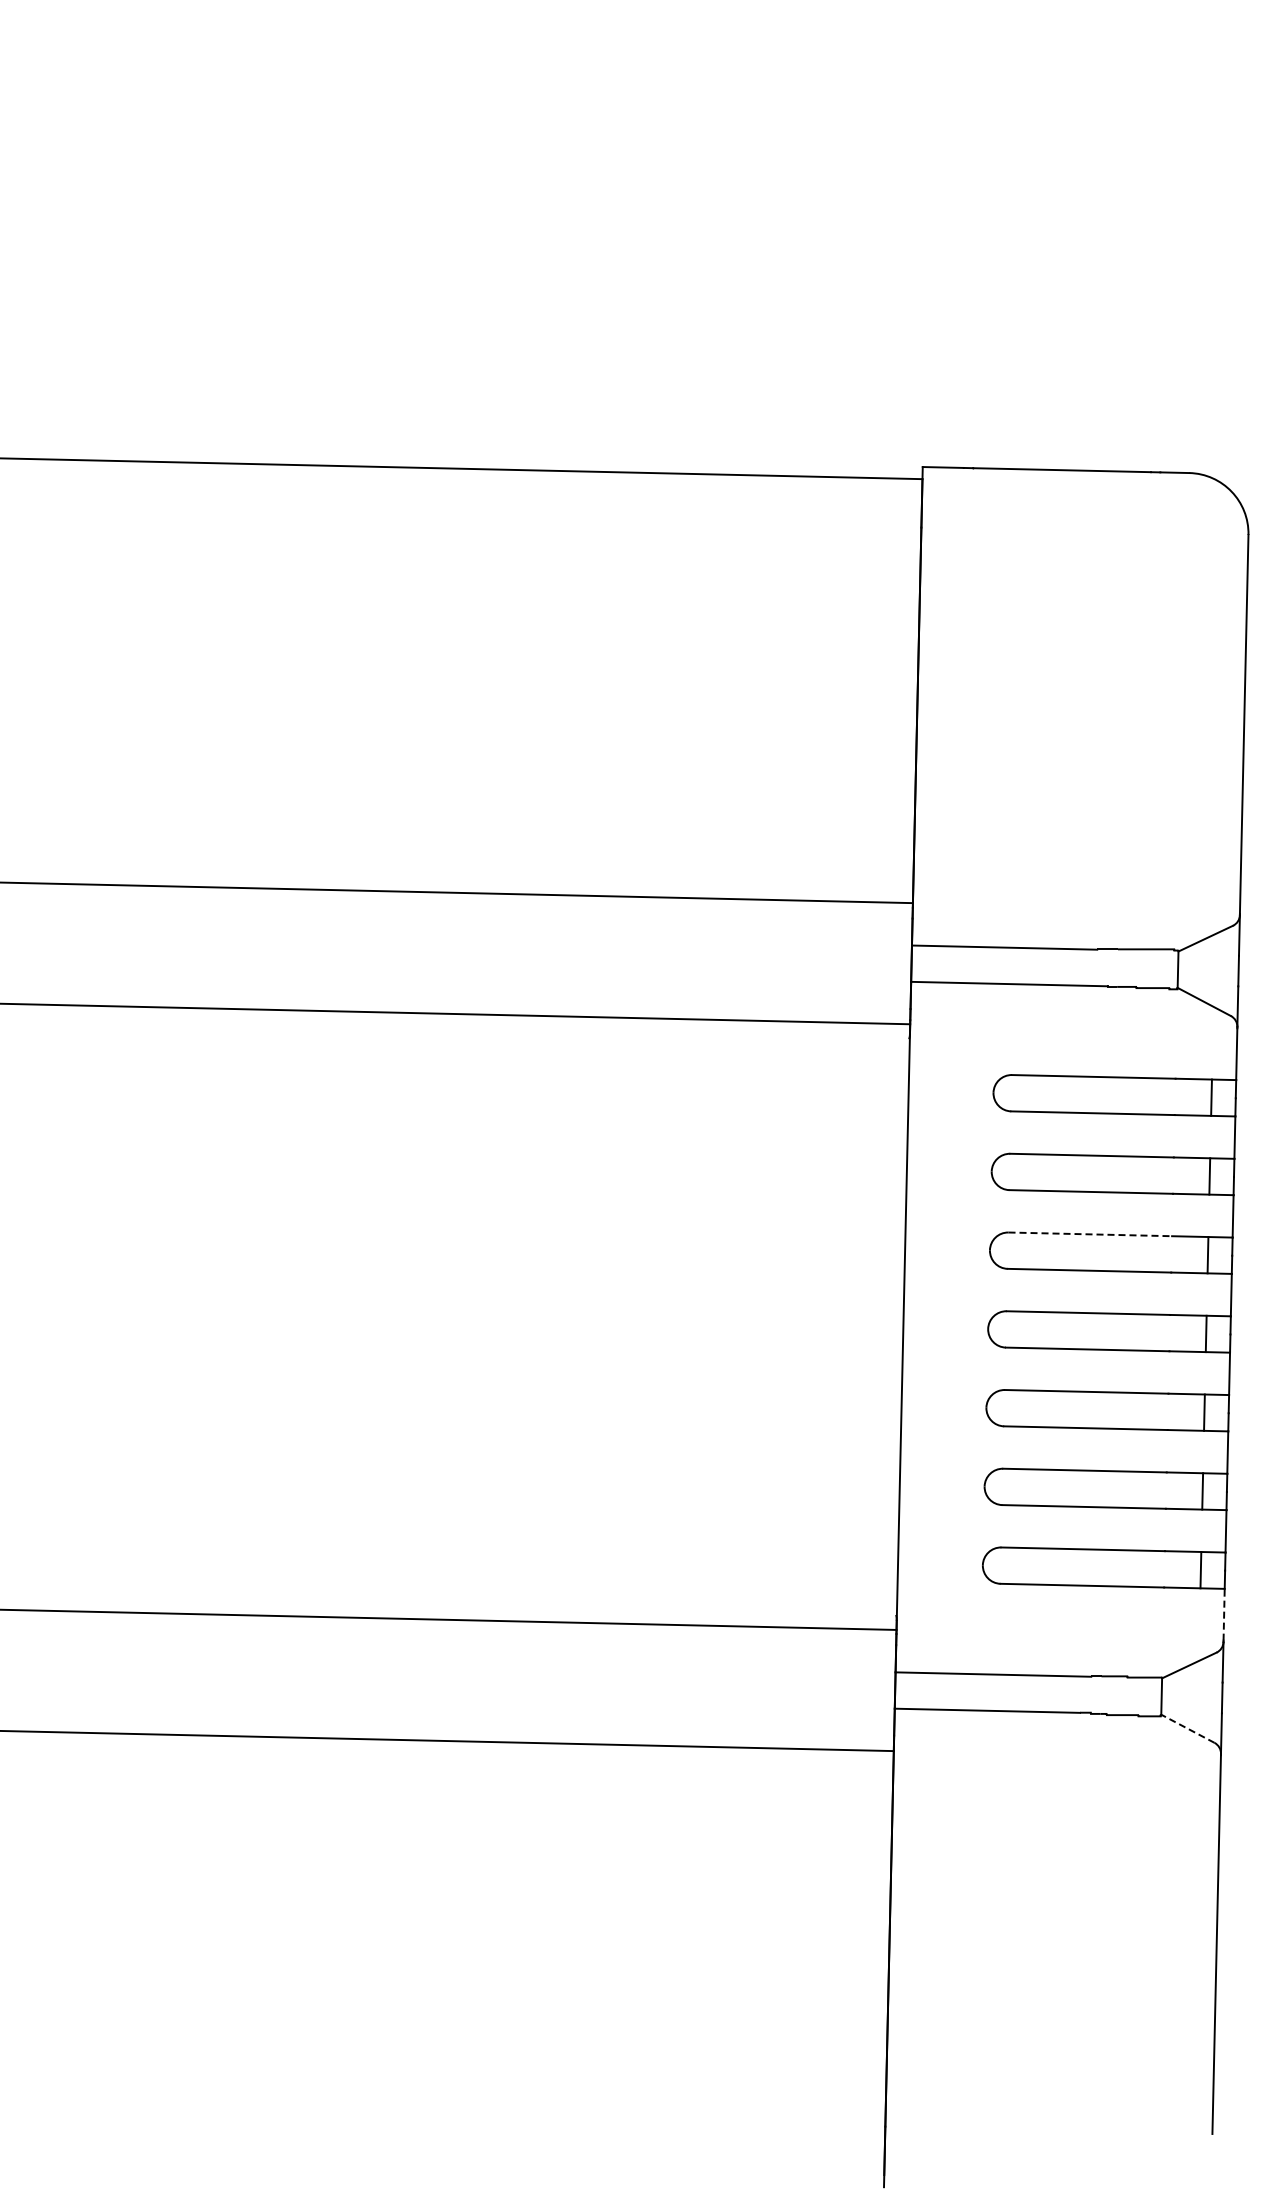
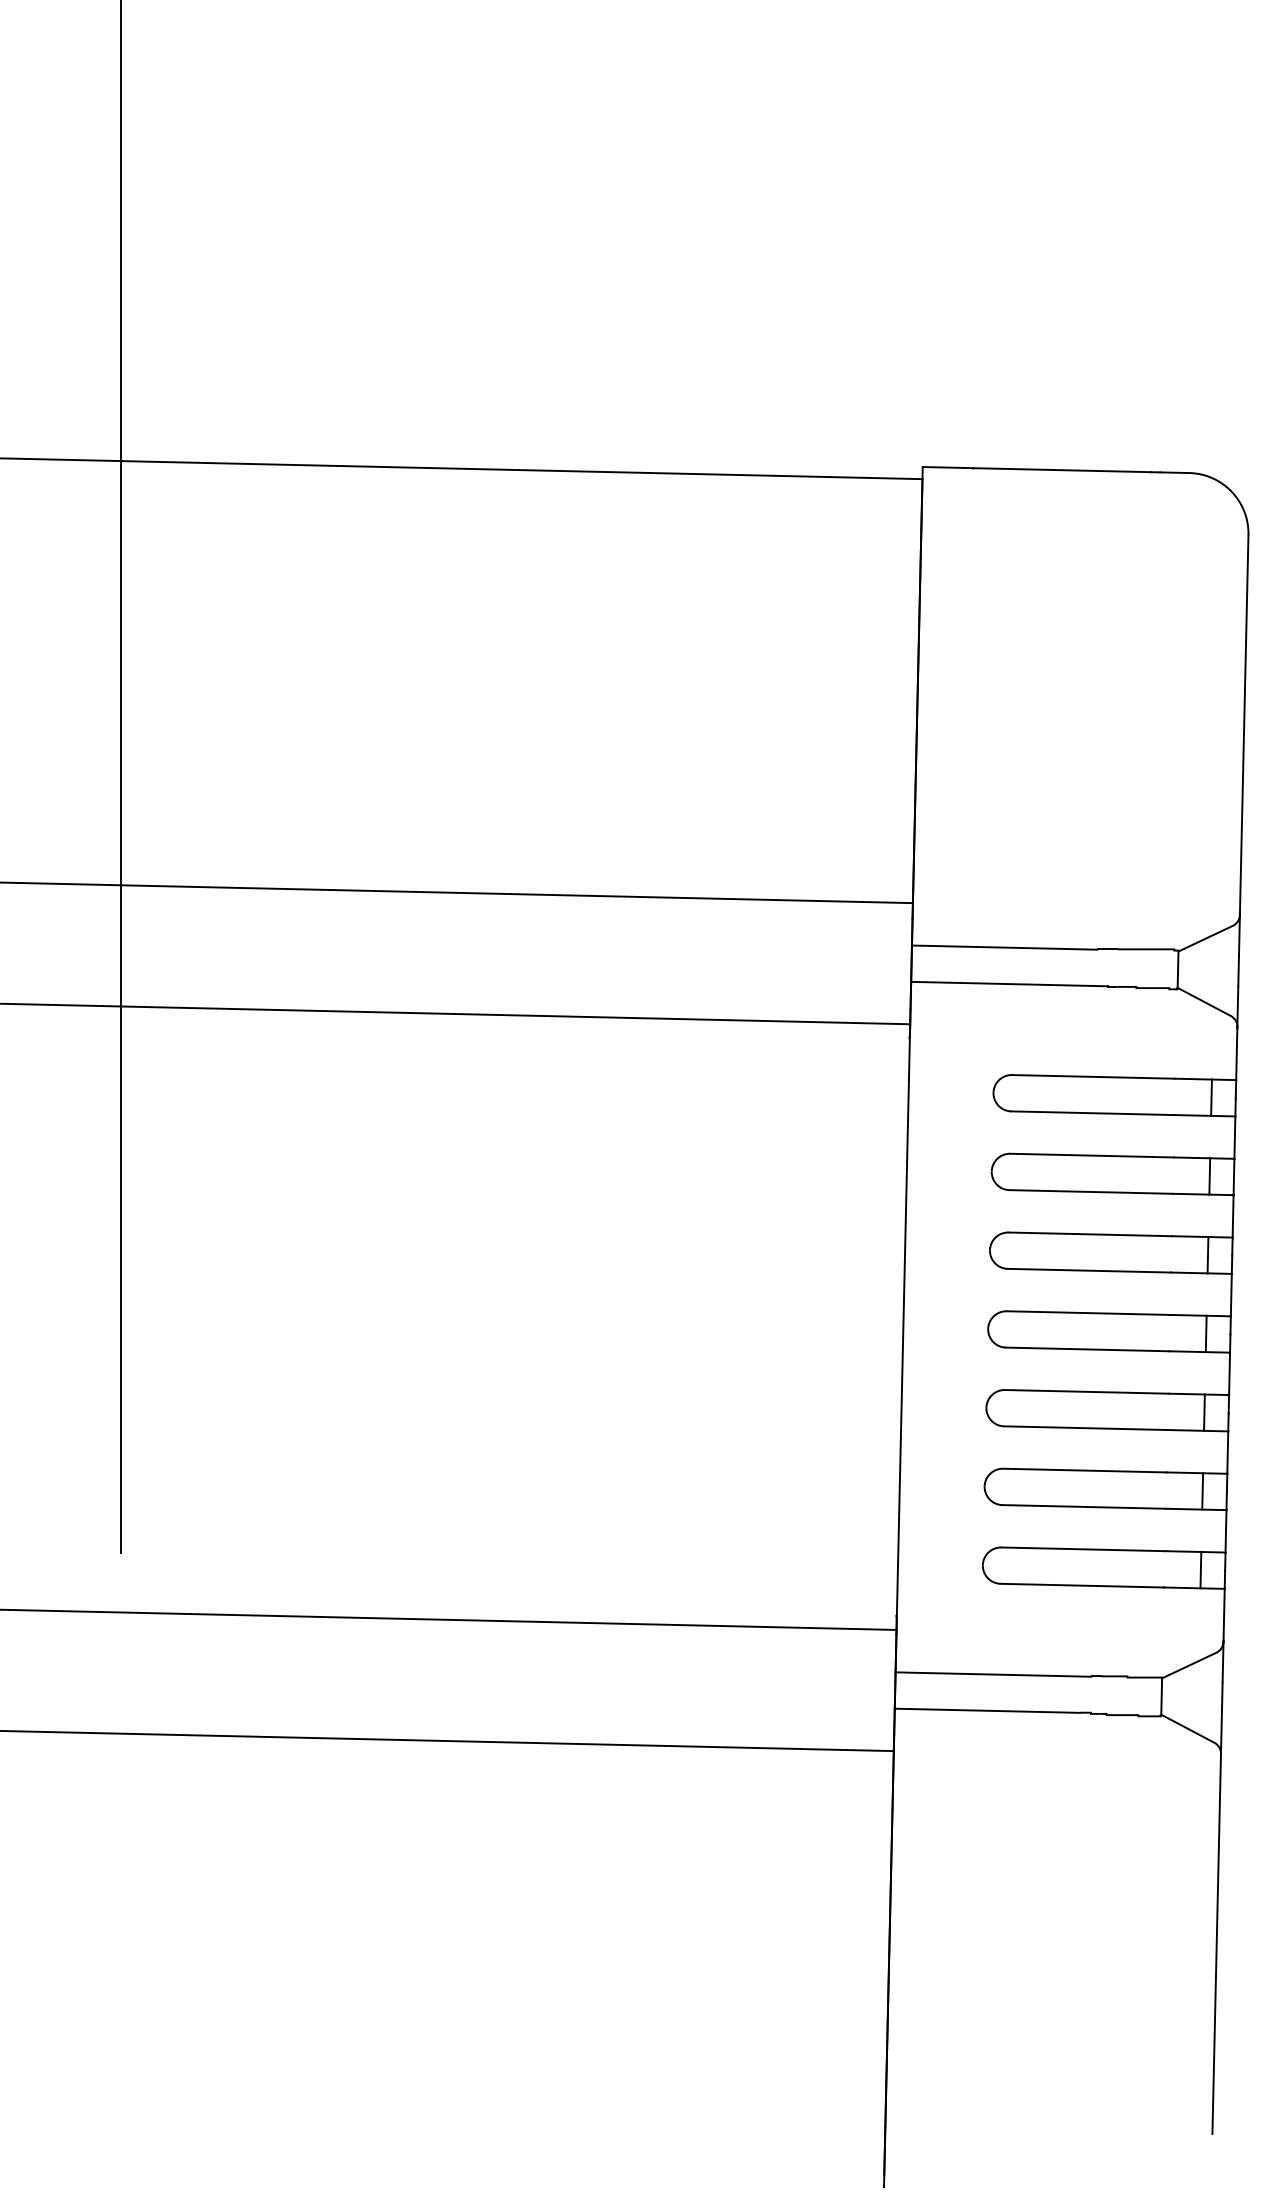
line at (121, 777): none -> present
line at (1090, 1234): dashed -> solid
line at (1224, 1614): dashed -> solid
line at (1187, 1728): dashed -> solid
